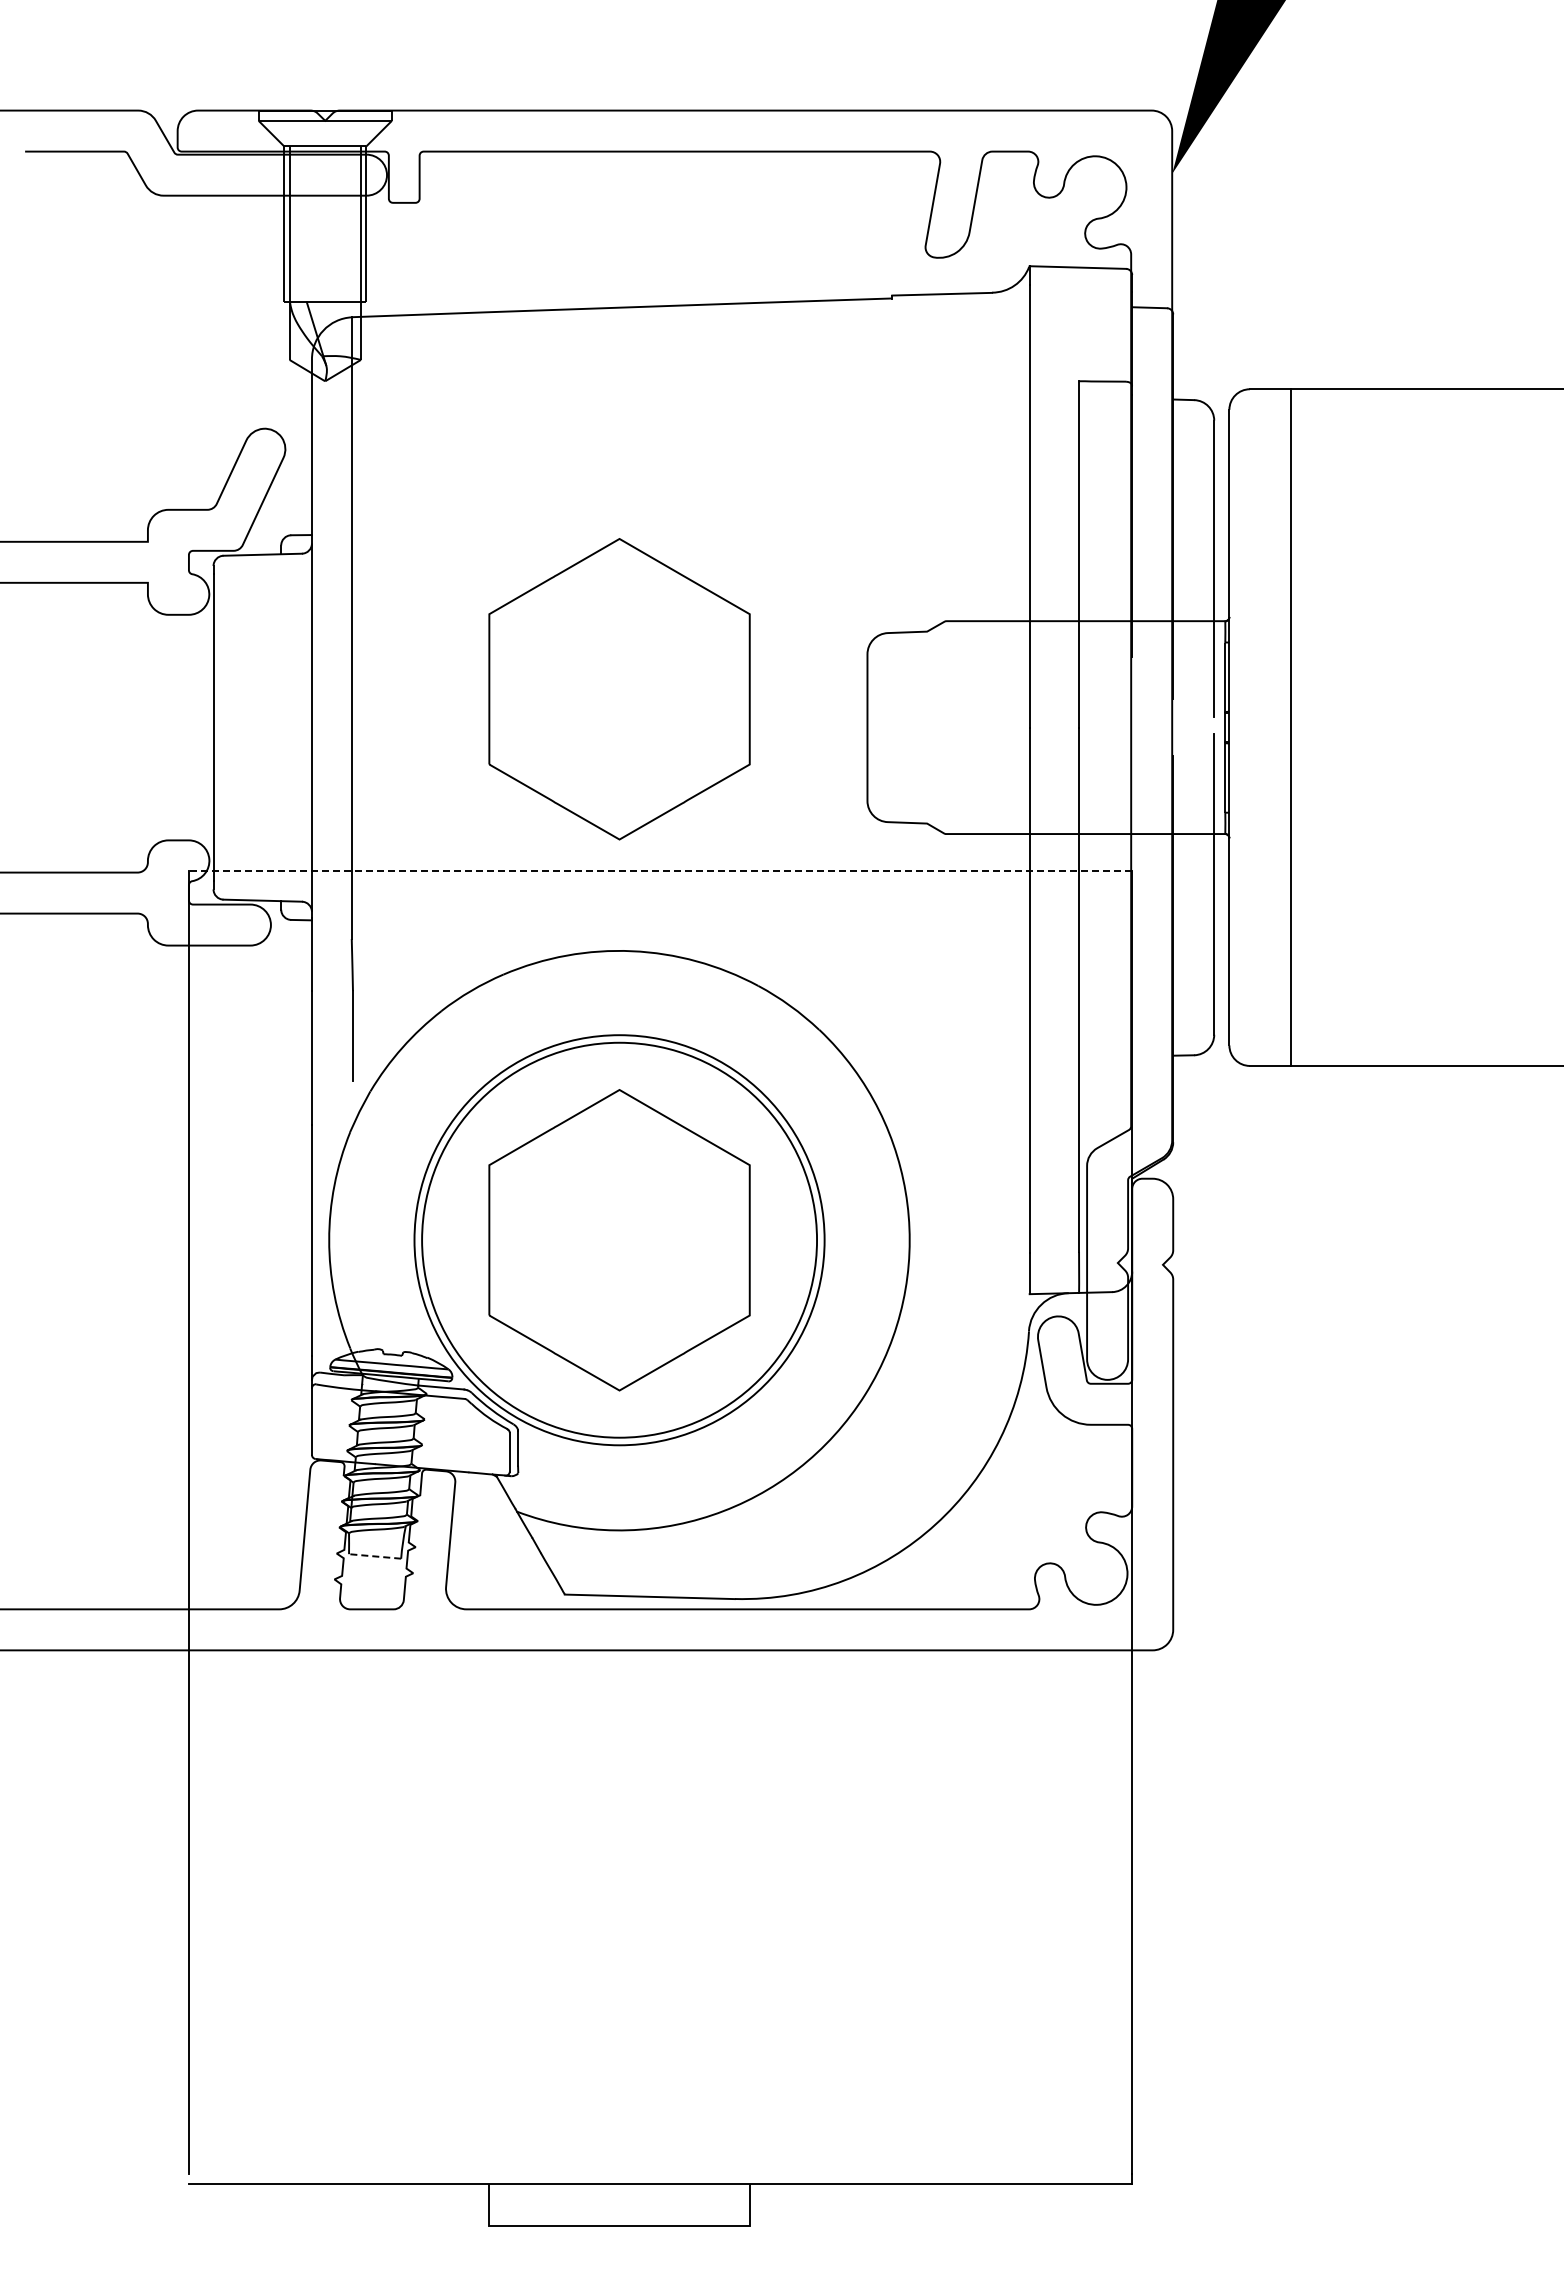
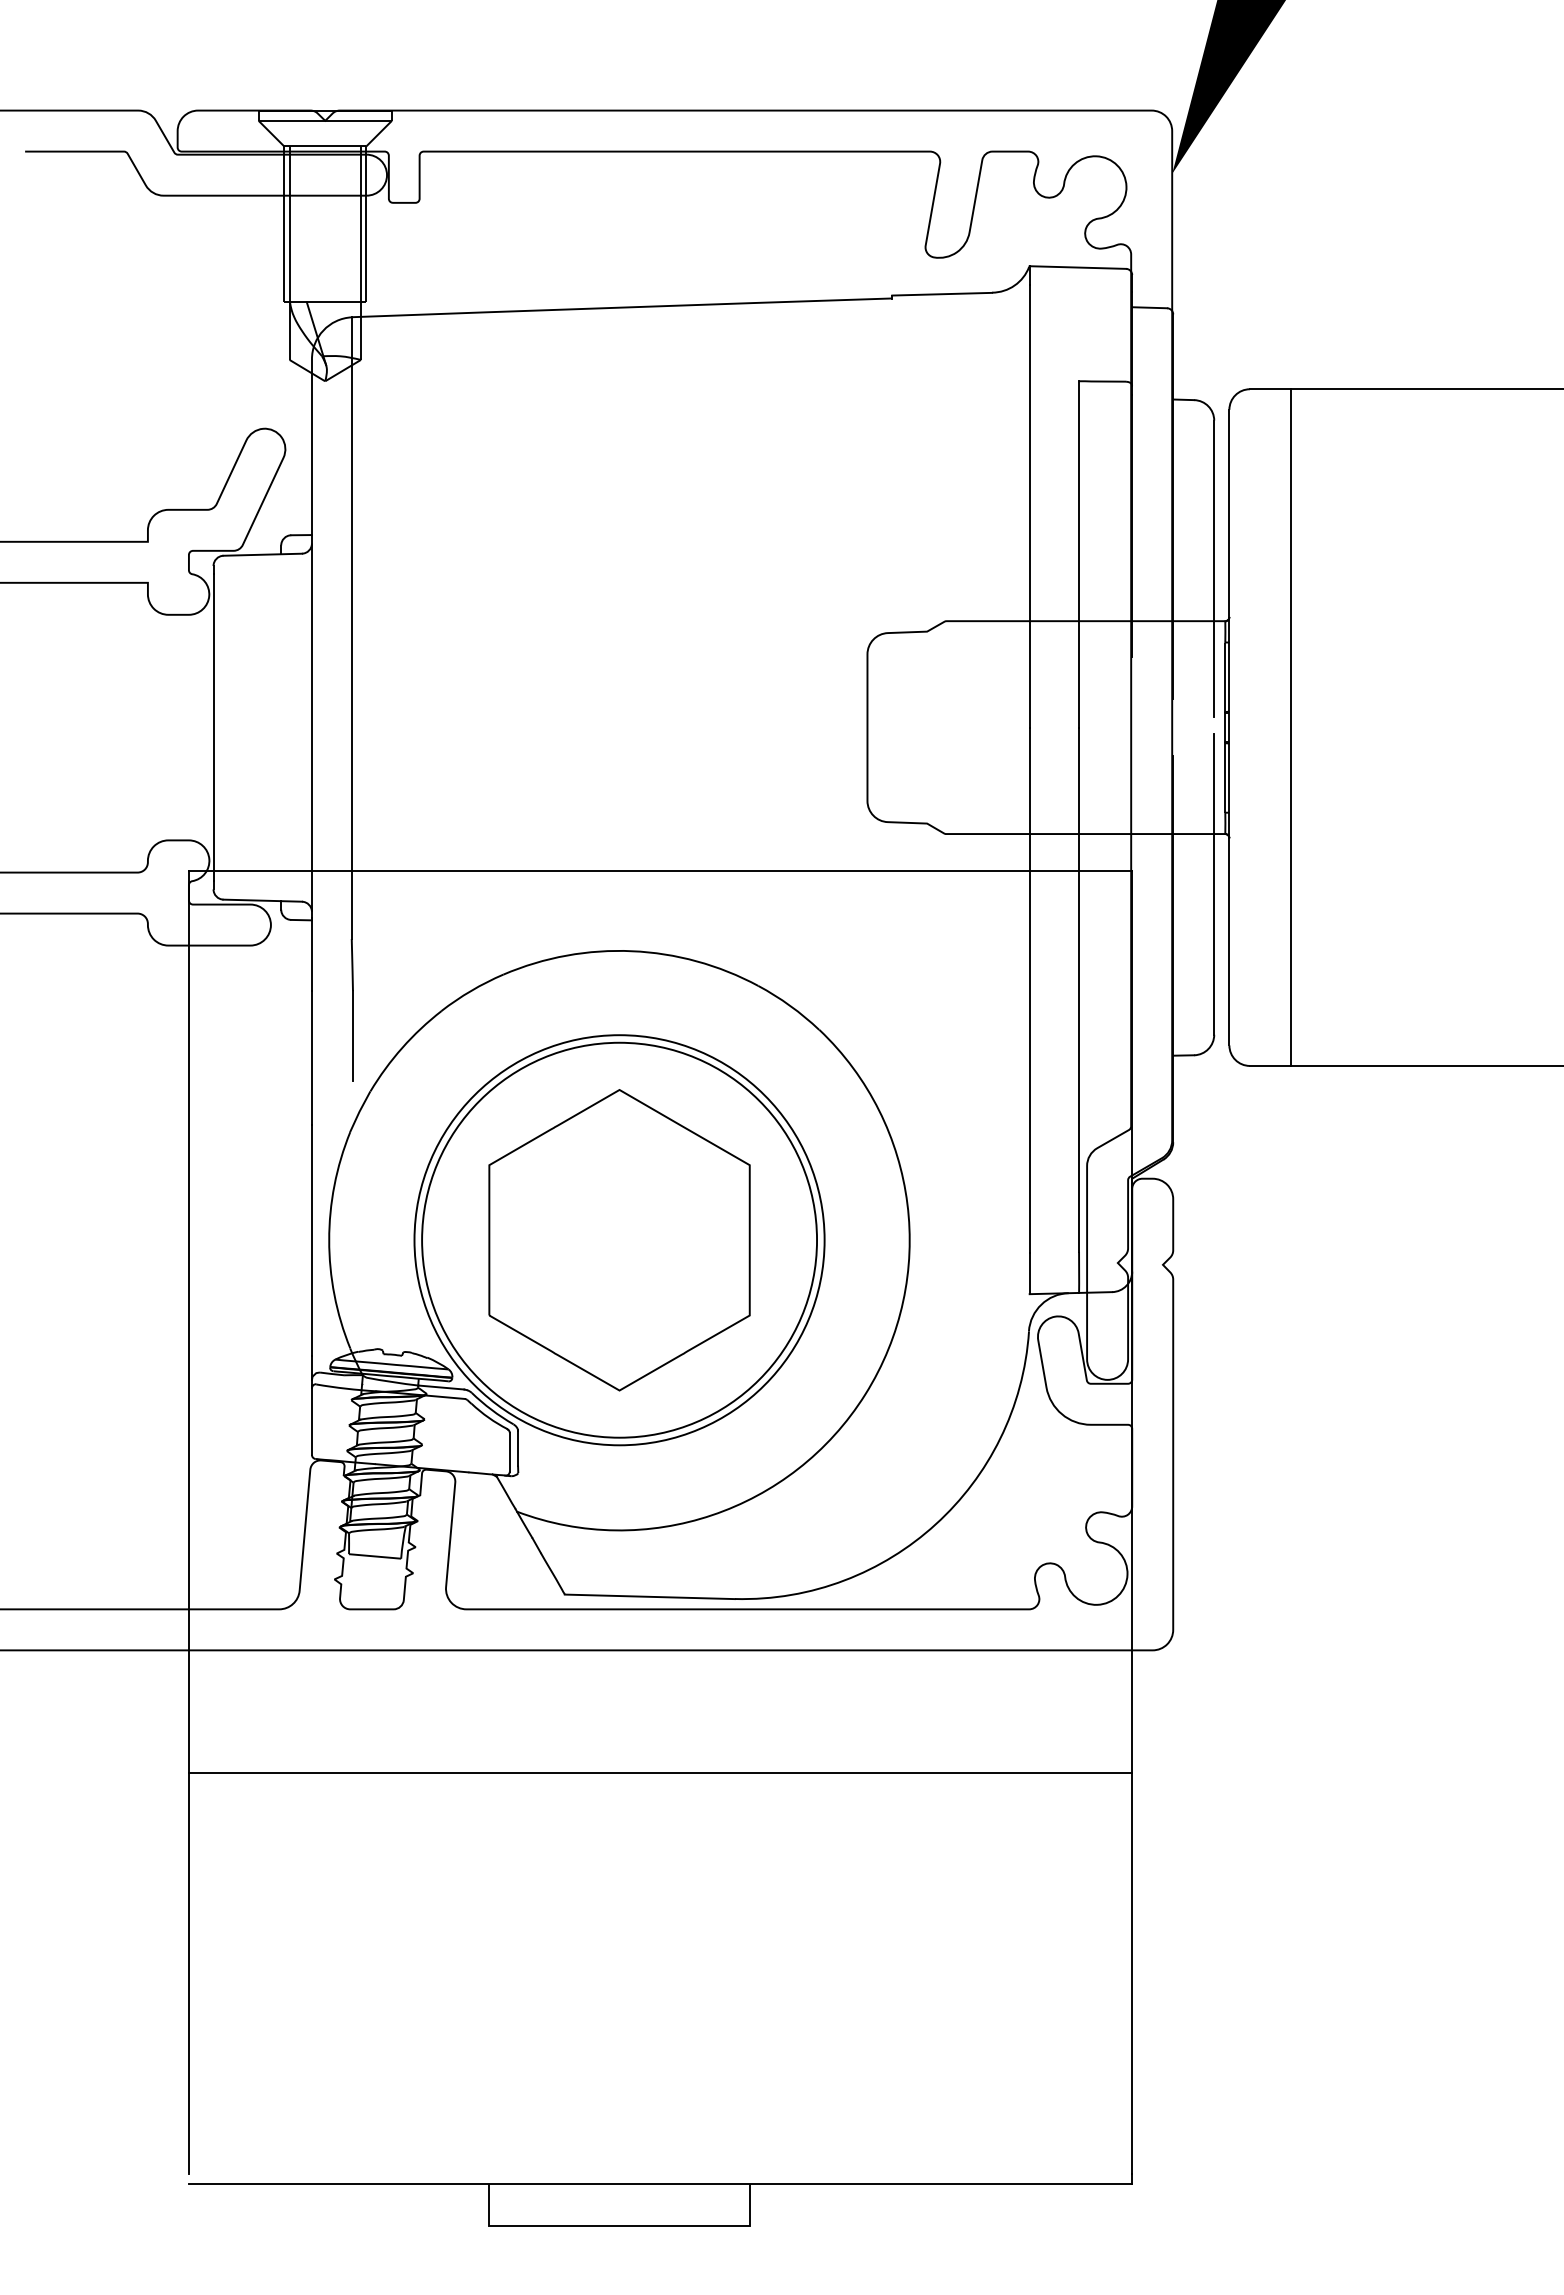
part at (619, 689): present -> none
line at (660, 871): dashed -> solid
line at (374, 1556): dashed -> solid
line at (660, 1773): none -> present
